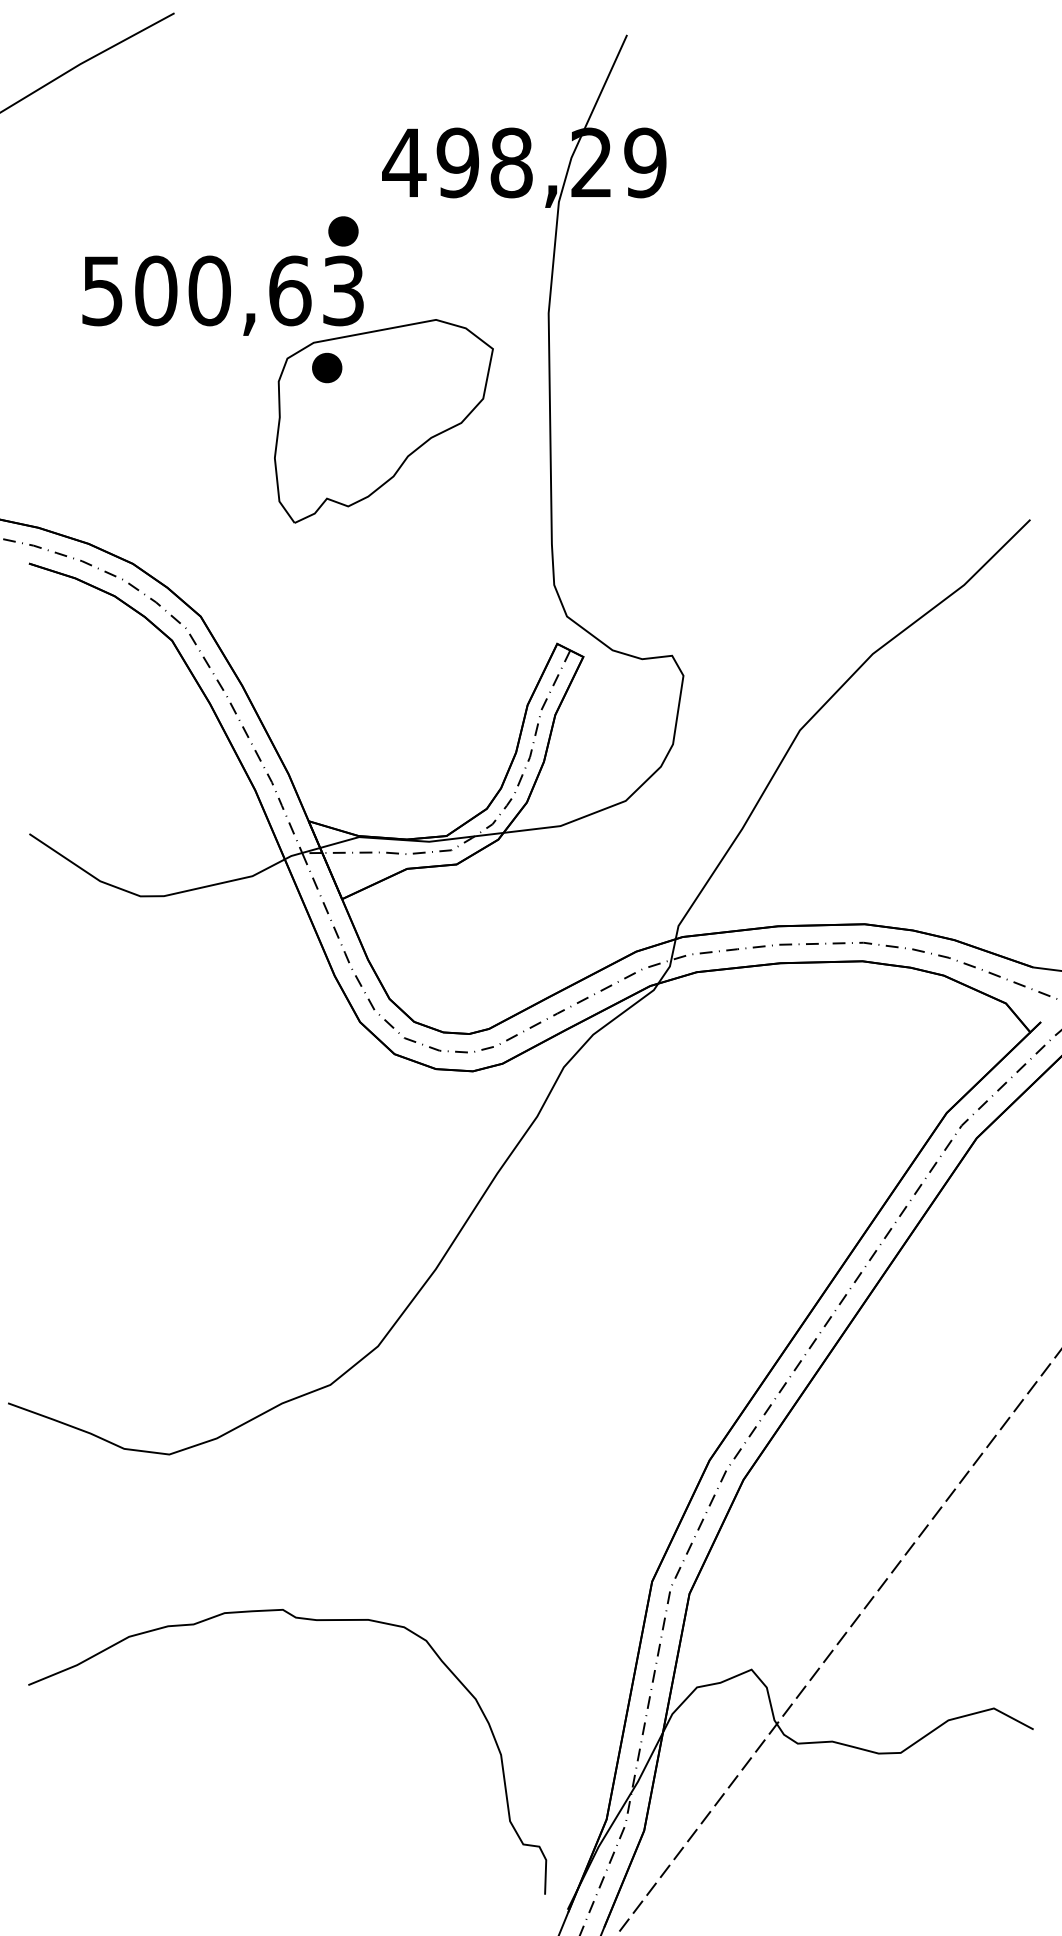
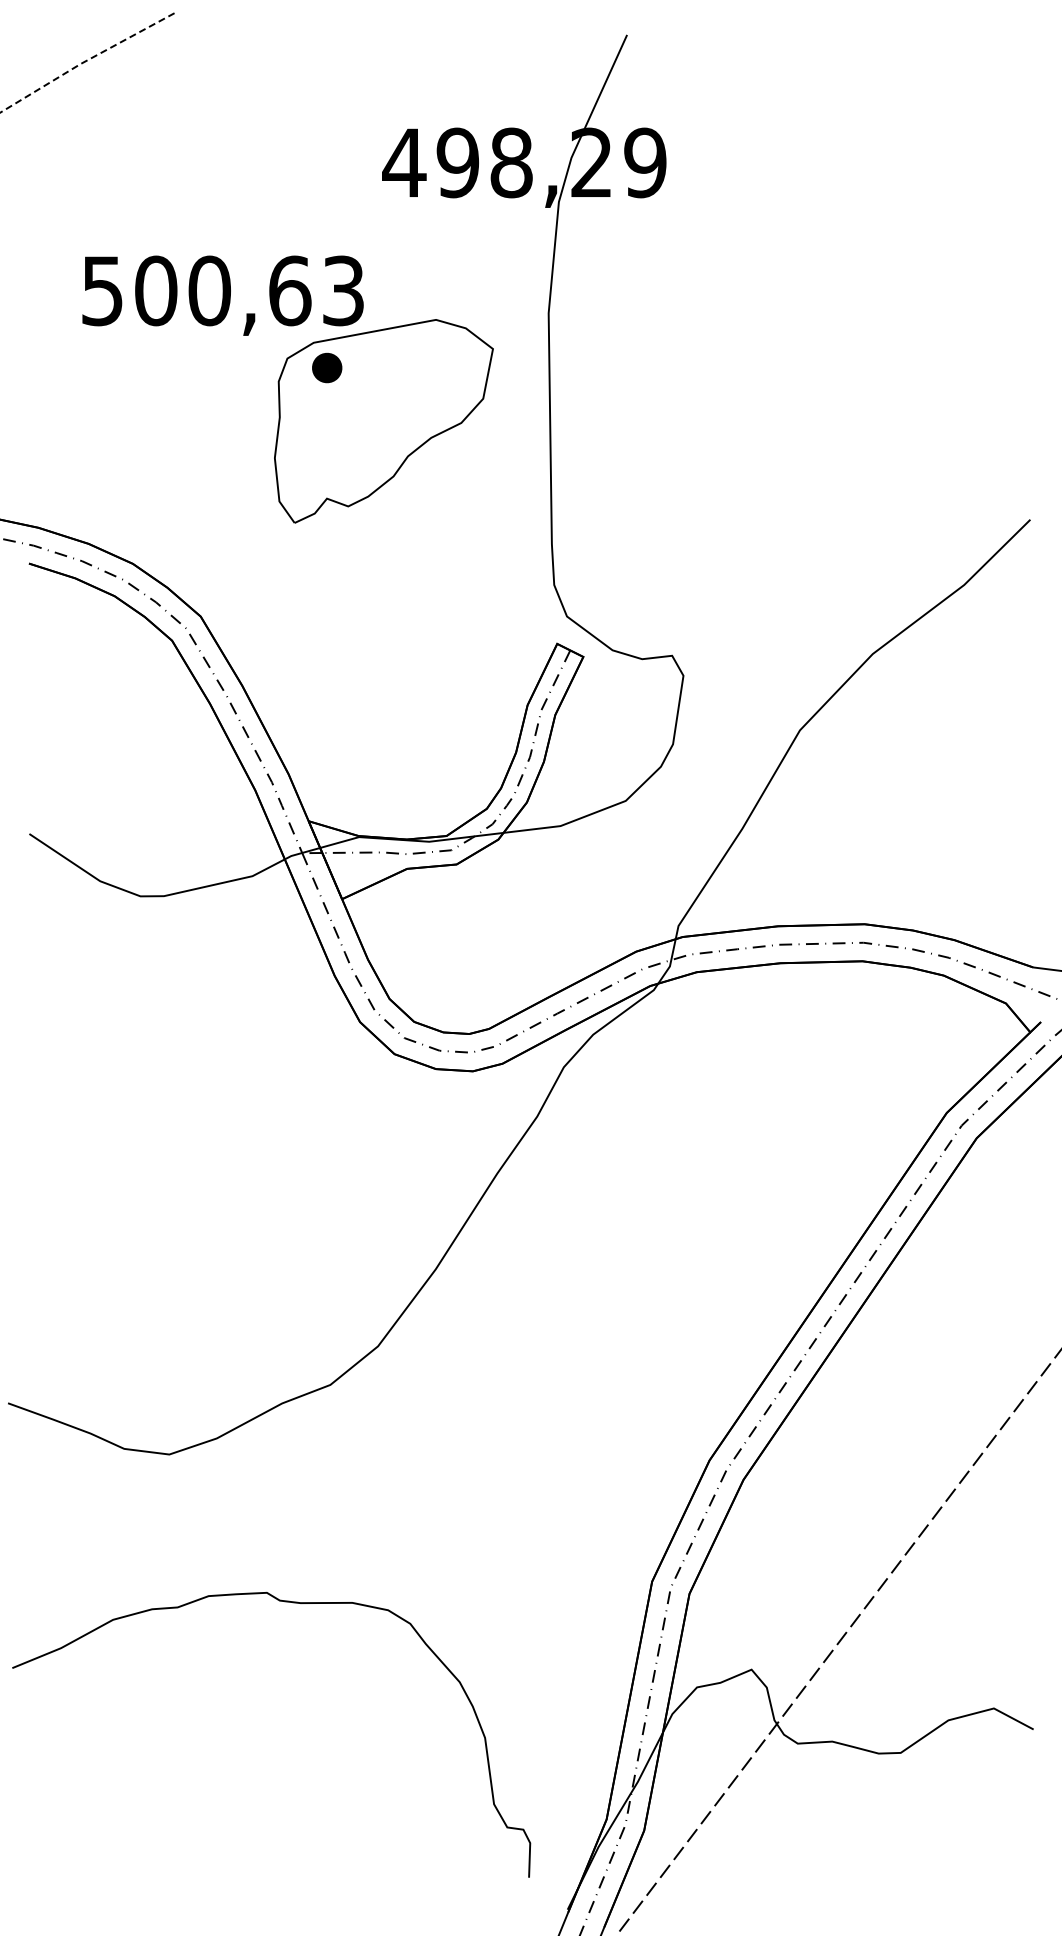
line at (85, 61): solid -> dashed
part at (343, 231): present -> none
curve at (300, 1619) position: (300, 1619) -> (284, 1602)
